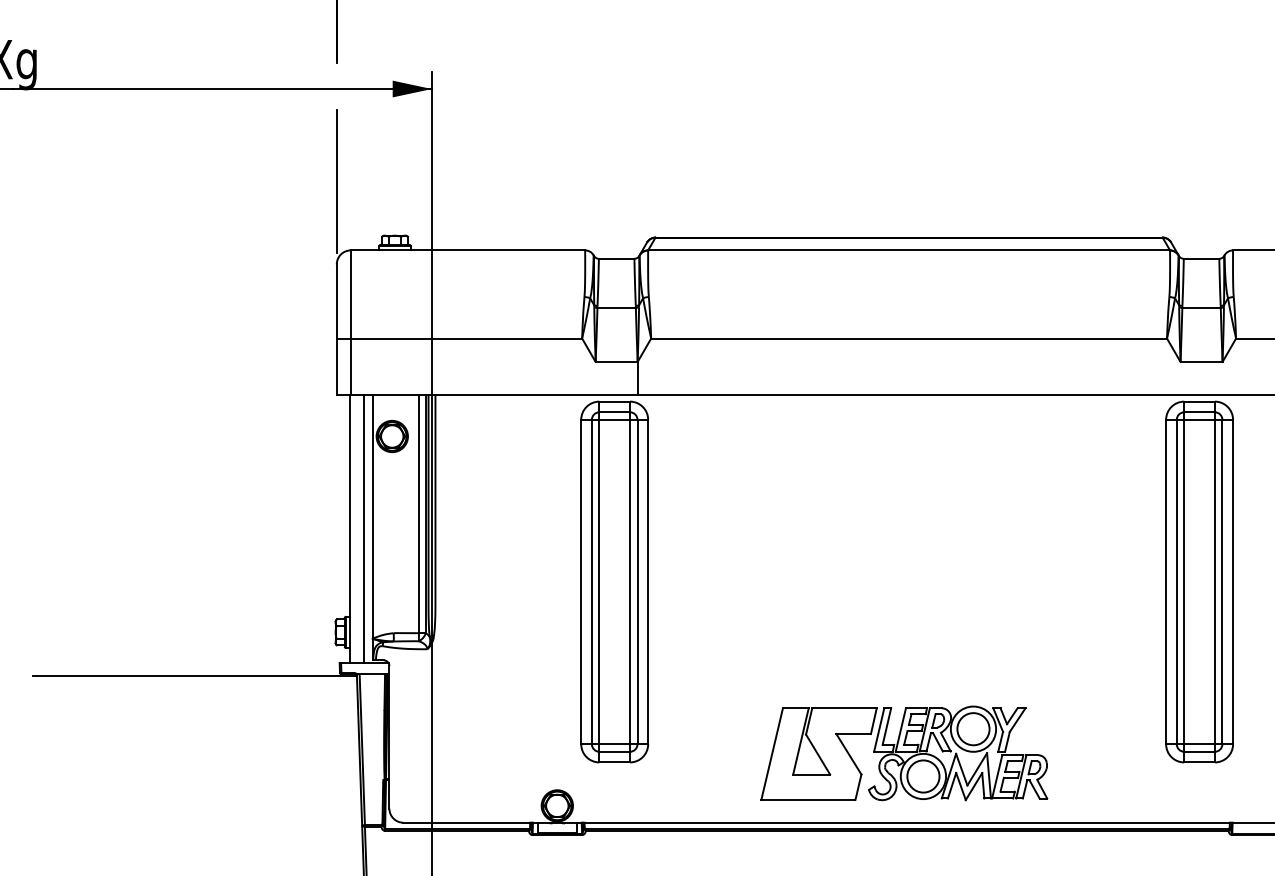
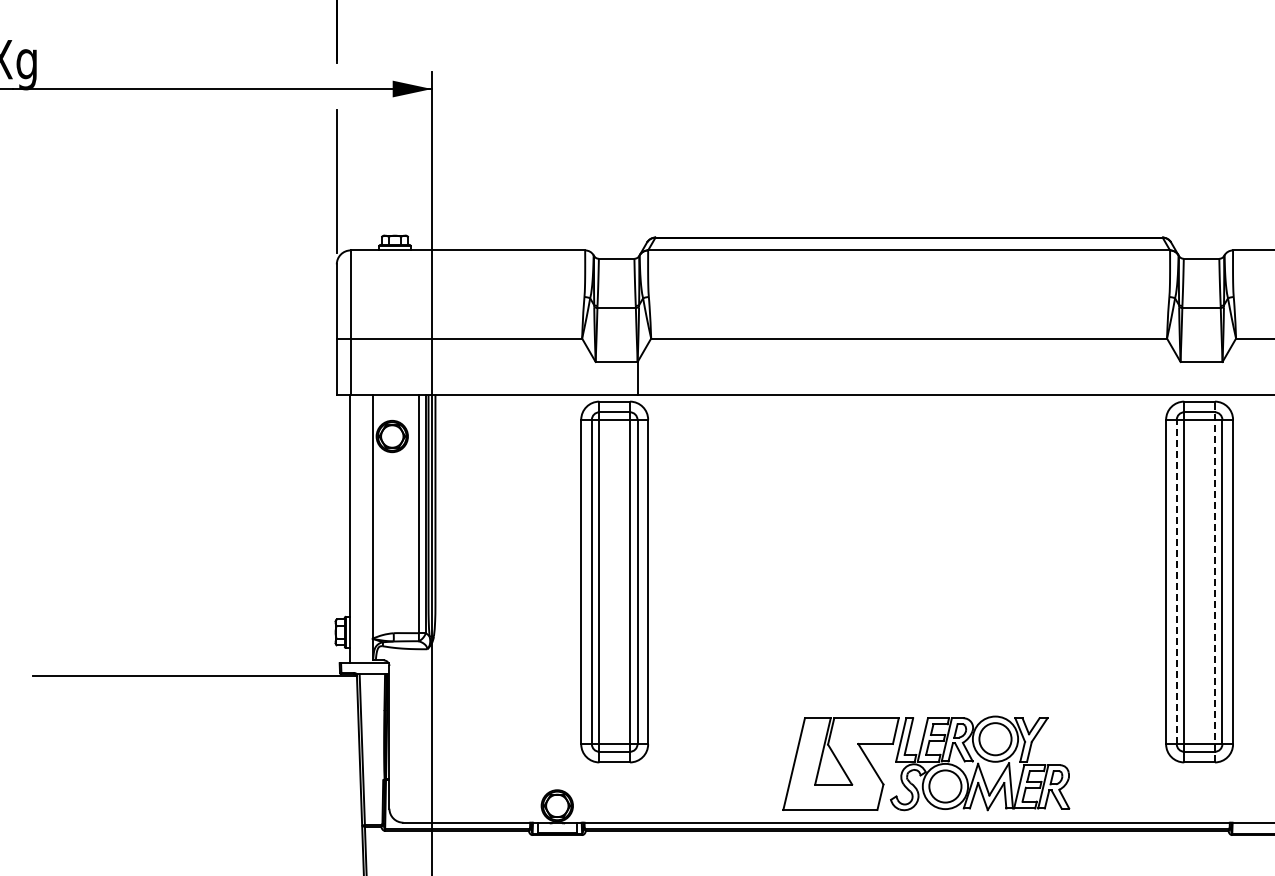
line at (364, 528): present -> none
line at (1176, 581): solid -> dashed
line at (1214, 581): solid -> dashed
part at (904, 753) position: (904, 753) -> (926, 763)
